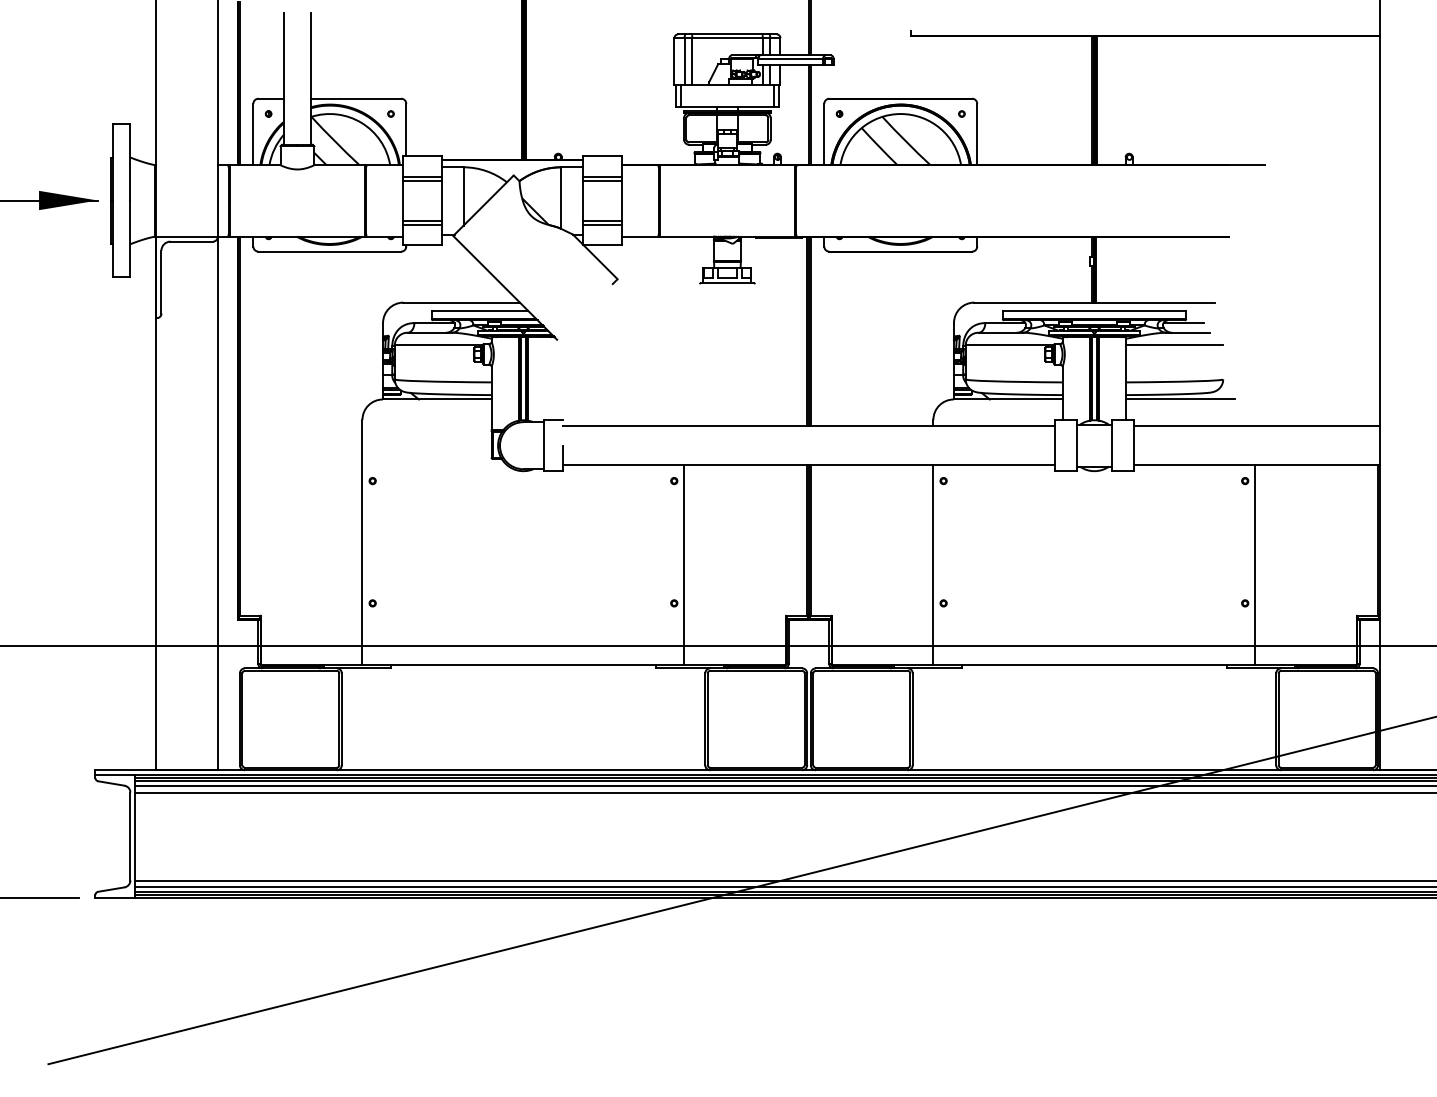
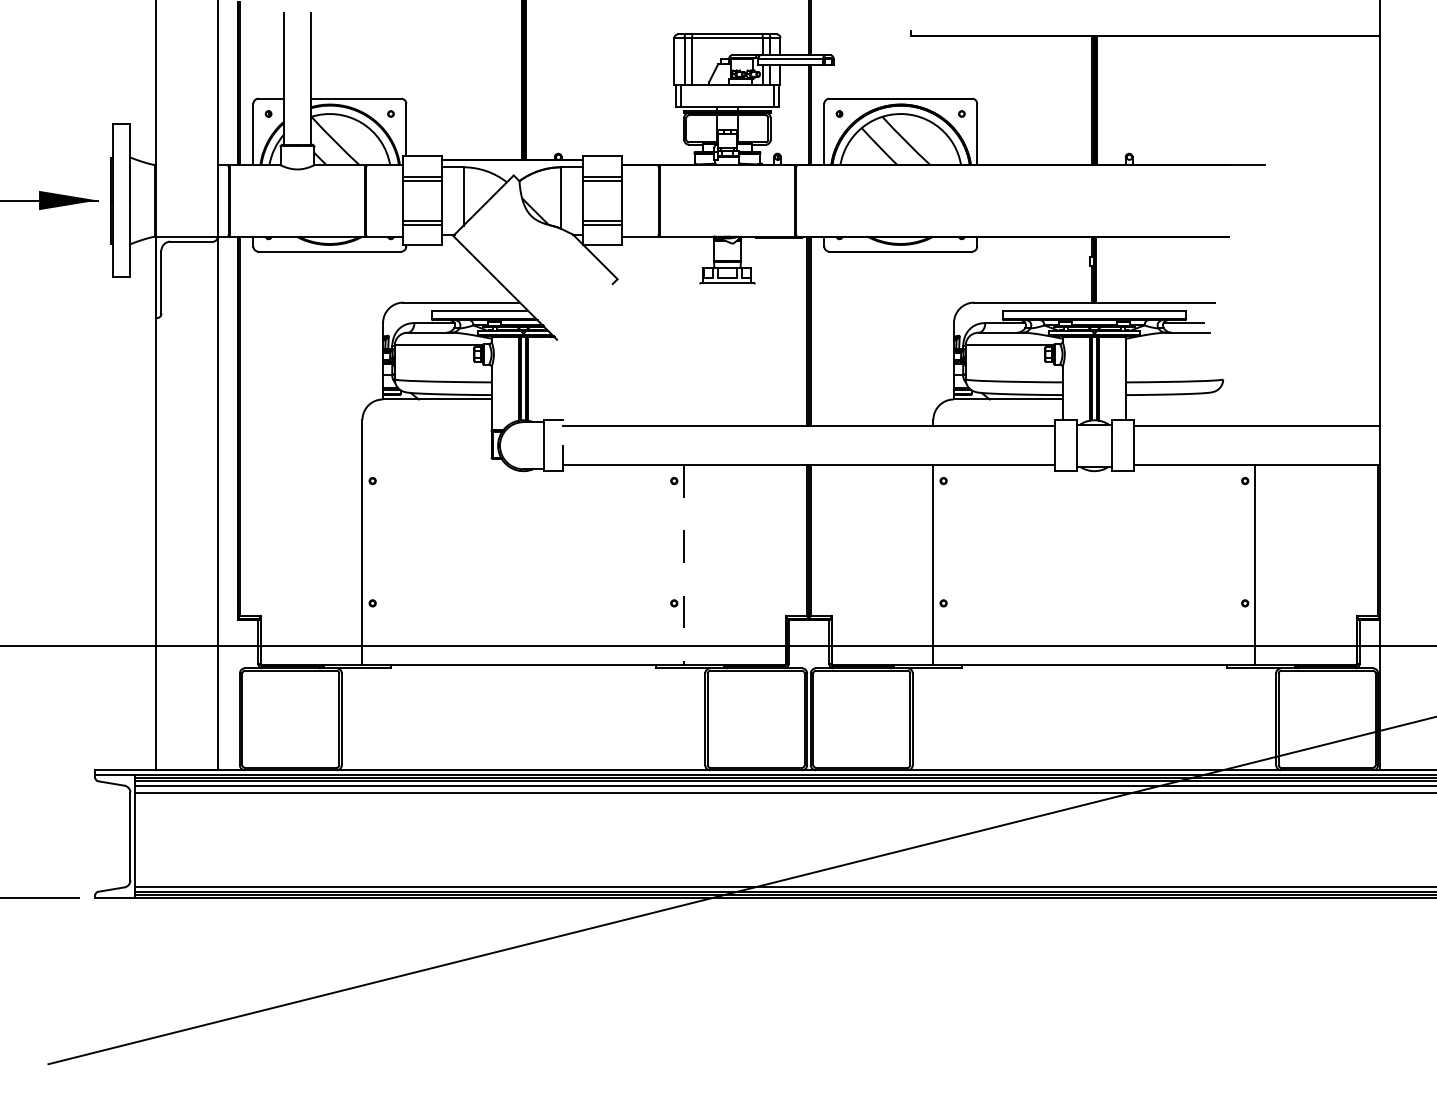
line at (1174, 345): present -> none
line at (1180, 399): present -> none
line at (684, 564): solid -> dashed
line at (783, 880): present -> none
